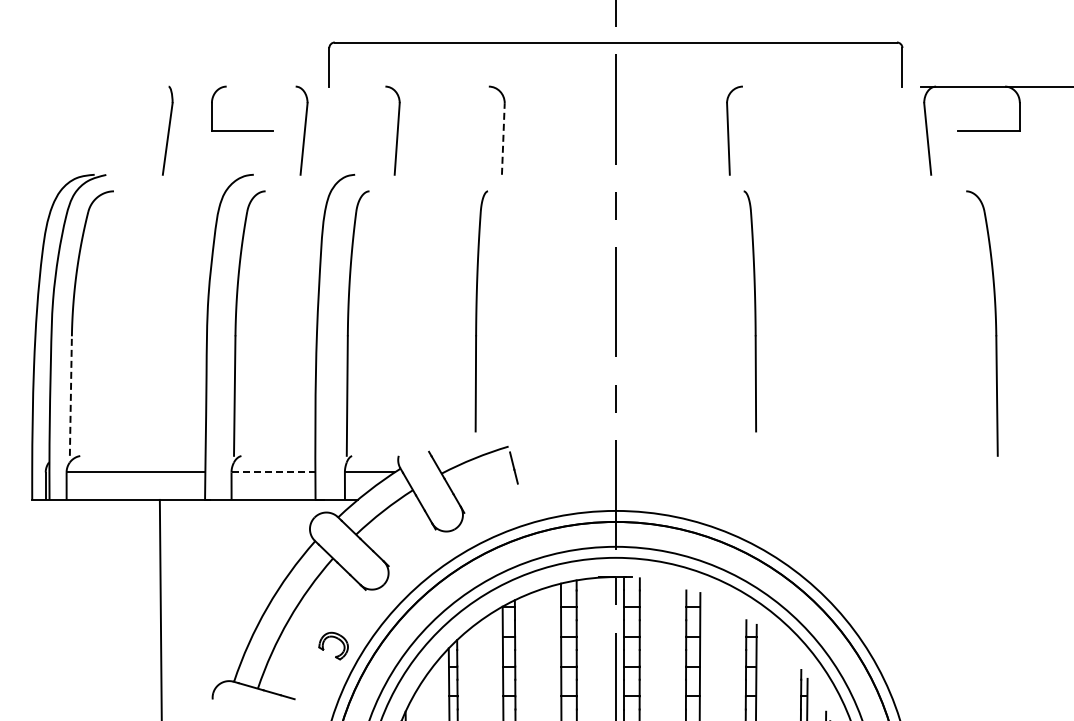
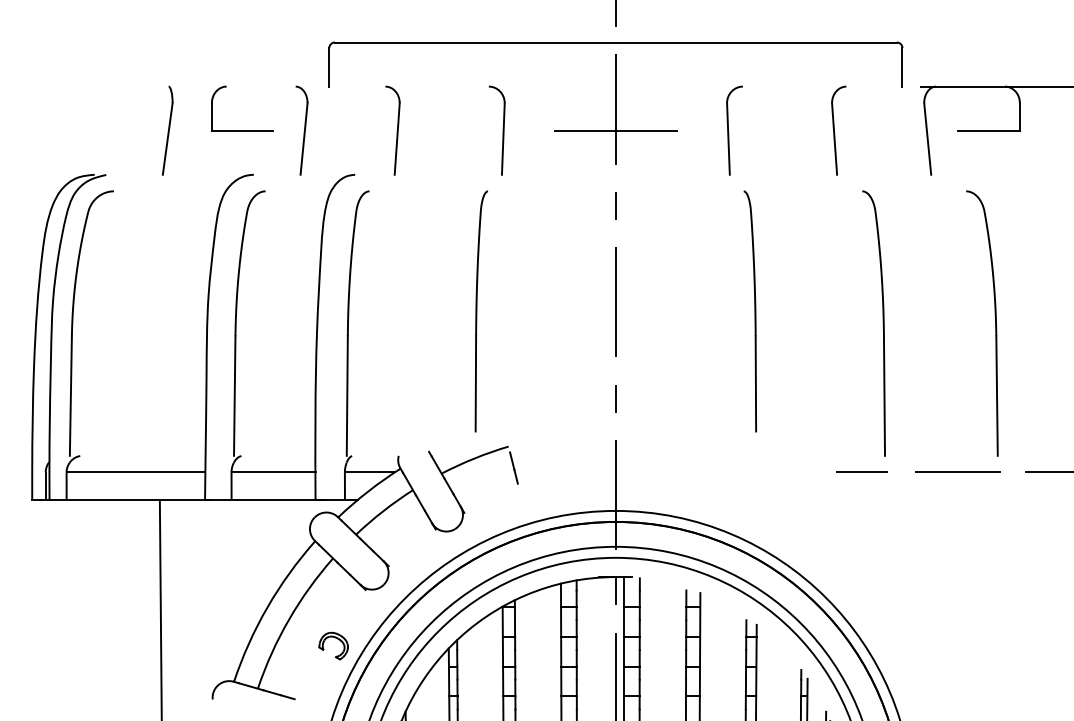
line at (615, 130): none -> present
part at (838, 130): none -> present
line at (503, 138): dashed -> solid
part at (882, 323): none -> present
line at (70, 396): dashed -> solid
line at (273, 472): dashed -> solid
line at (861, 472): none -> present
line at (958, 472): none -> present
line at (1048, 472): none -> present
